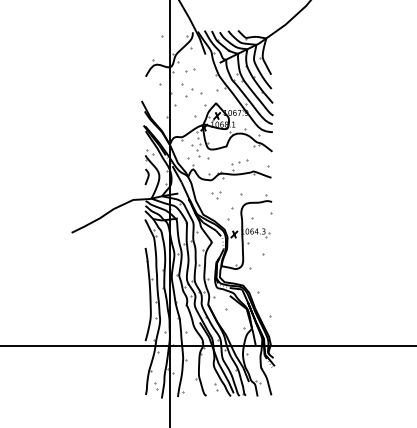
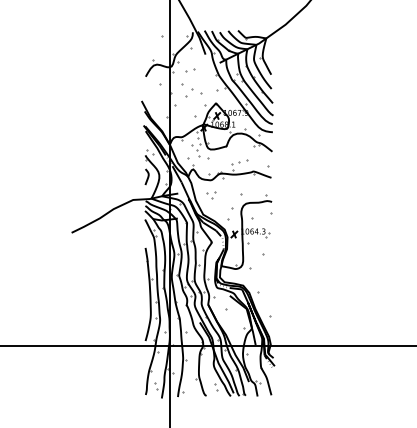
part at (216, 195) position: (216, 195) -> (211, 195)
